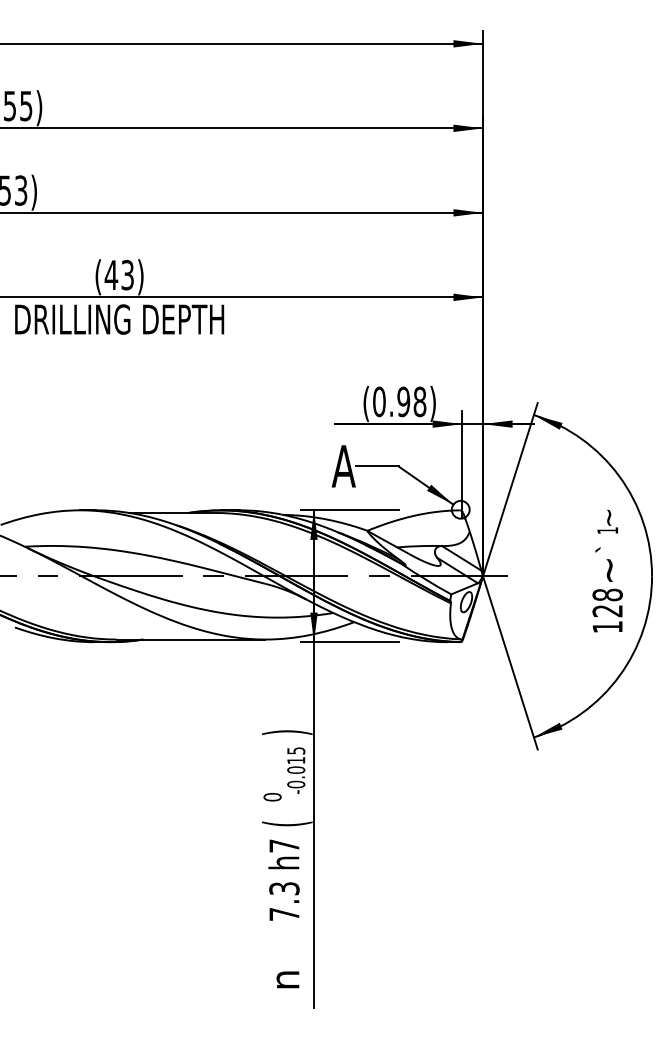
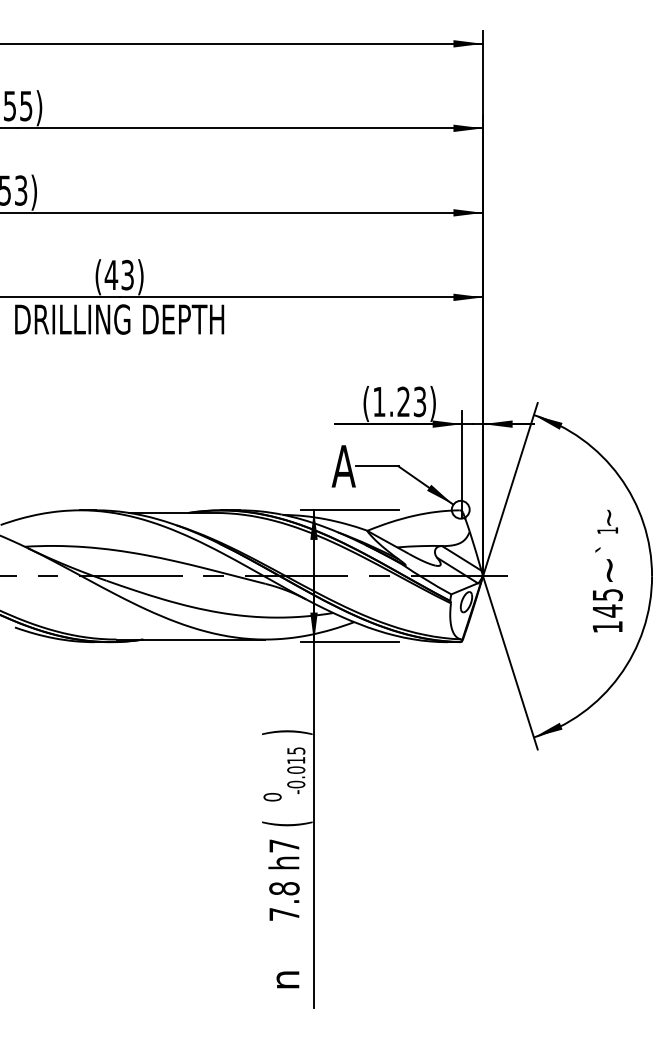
text at (399, 401): (0.98) -> (1.23)
text at (607, 602): 128 -> 145
text at (284, 888): 7.3 -> 7.8
